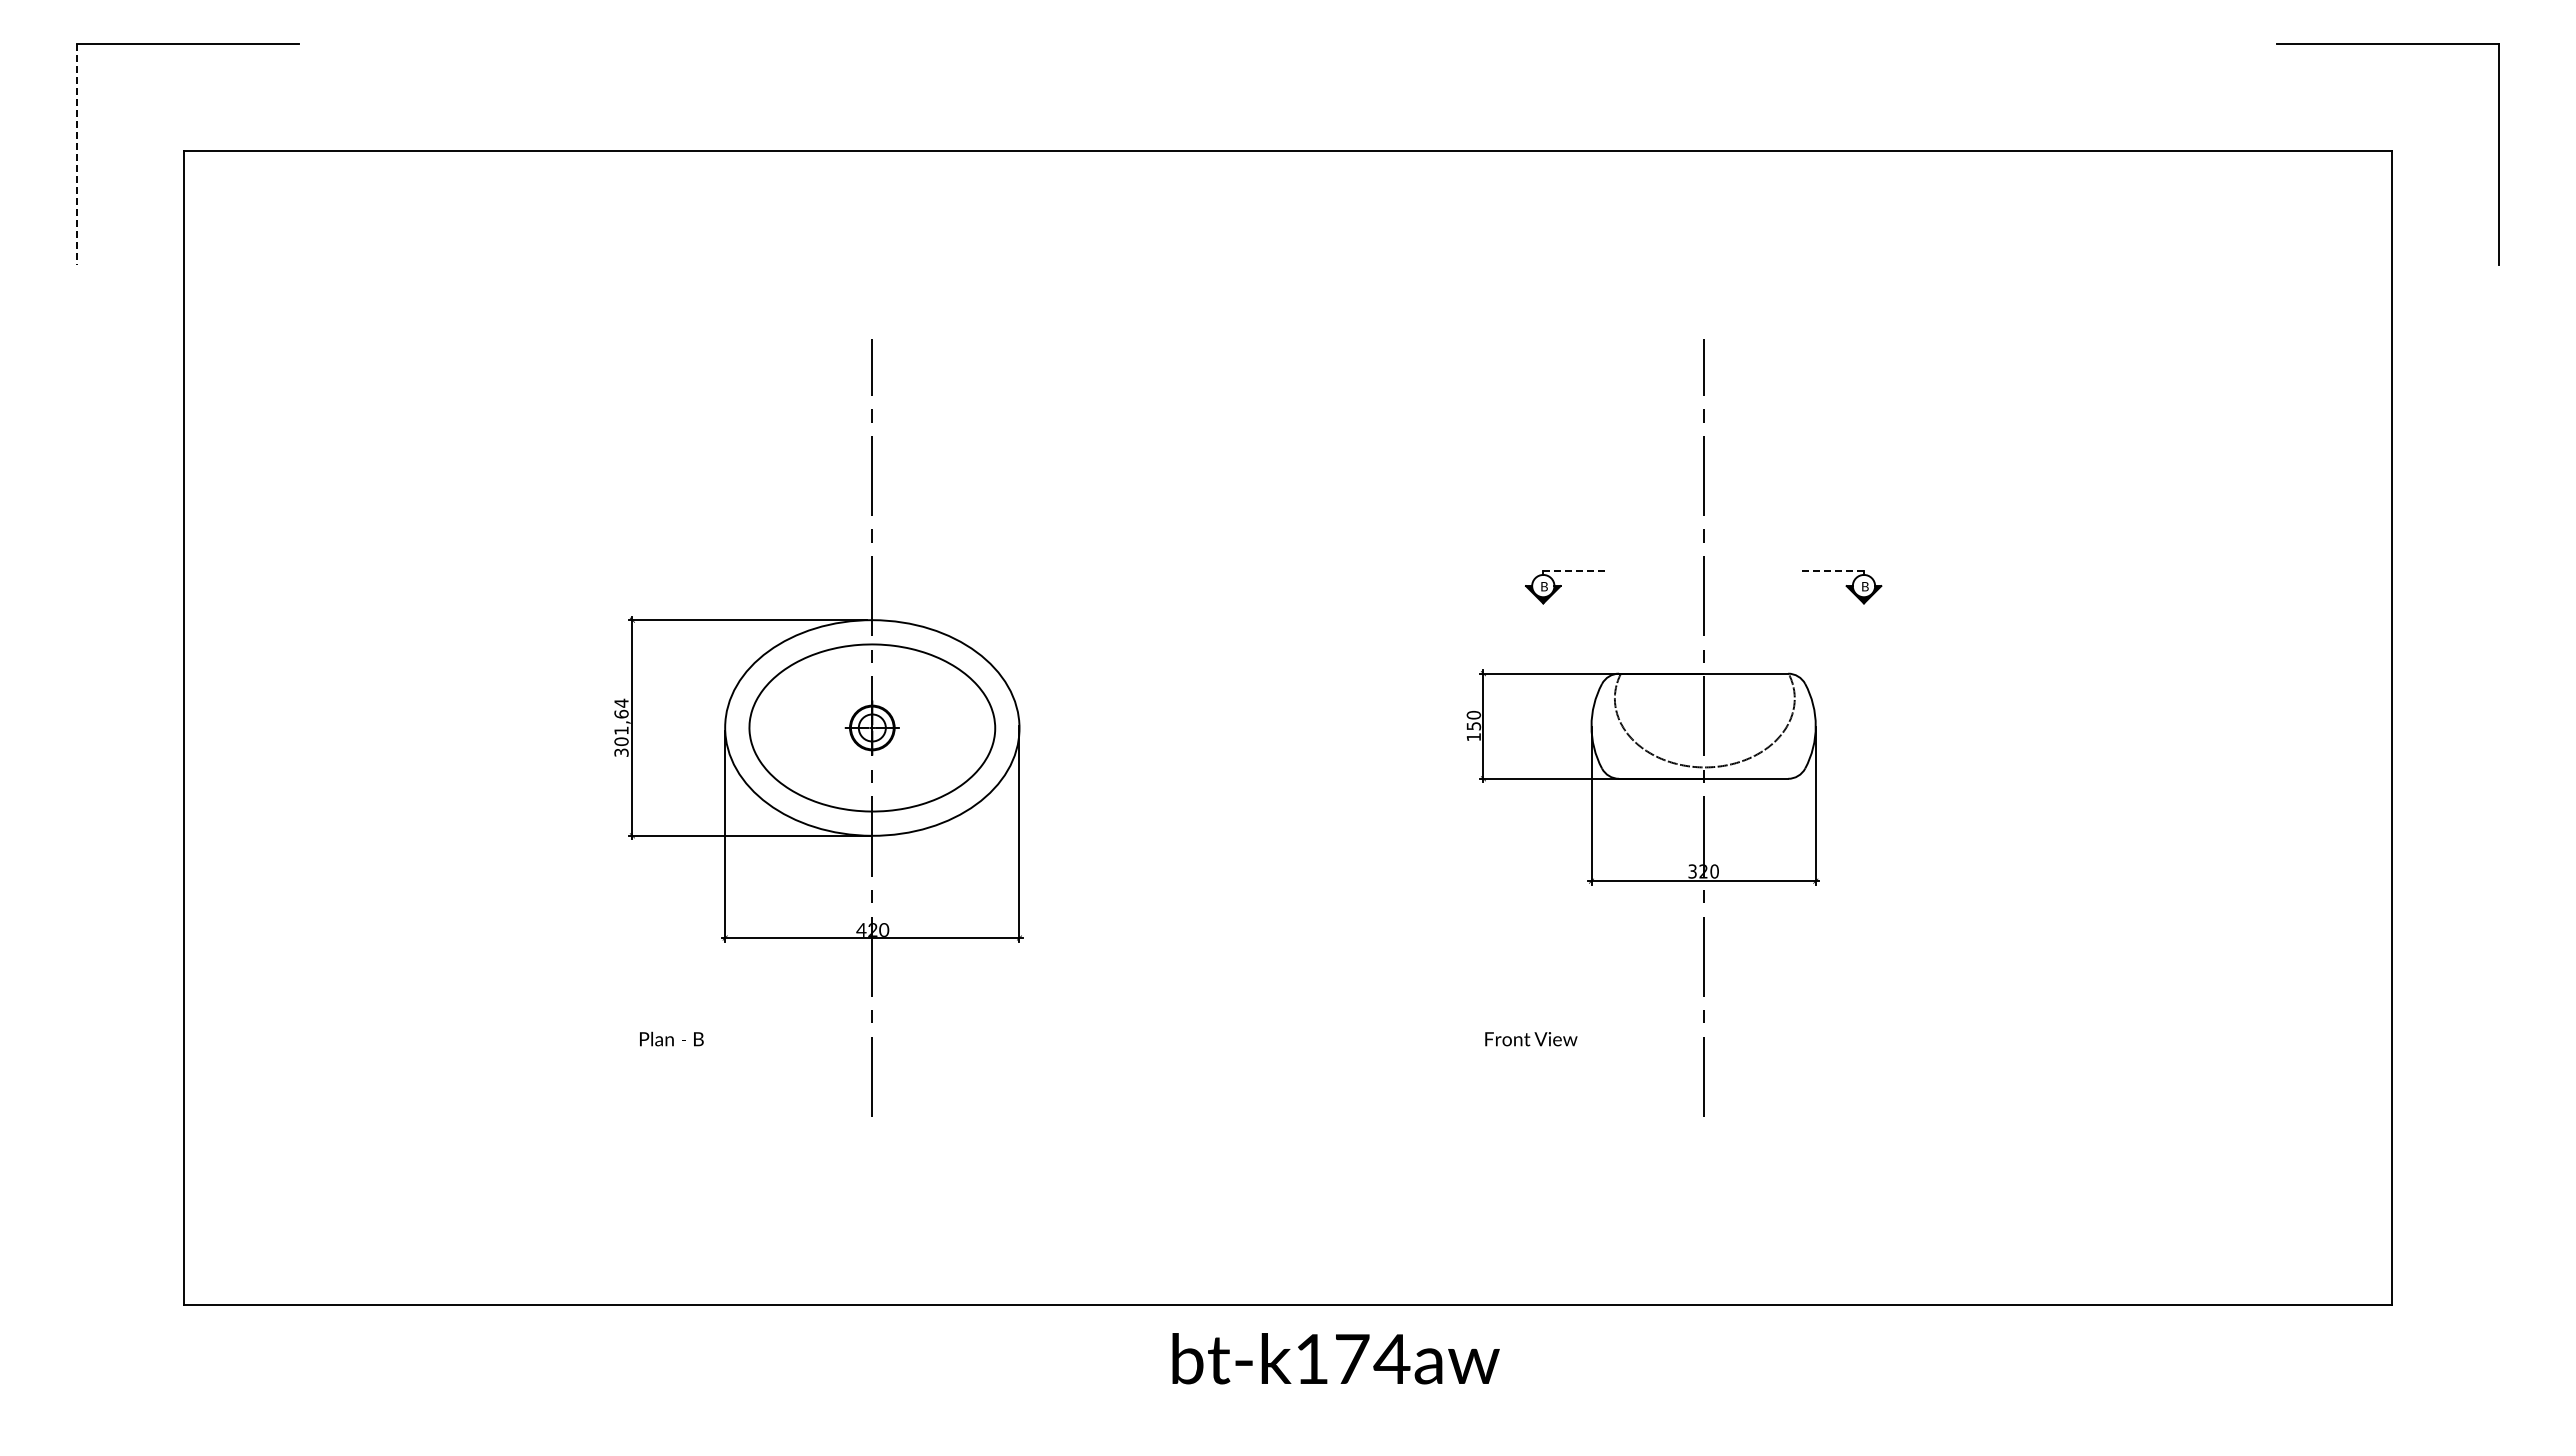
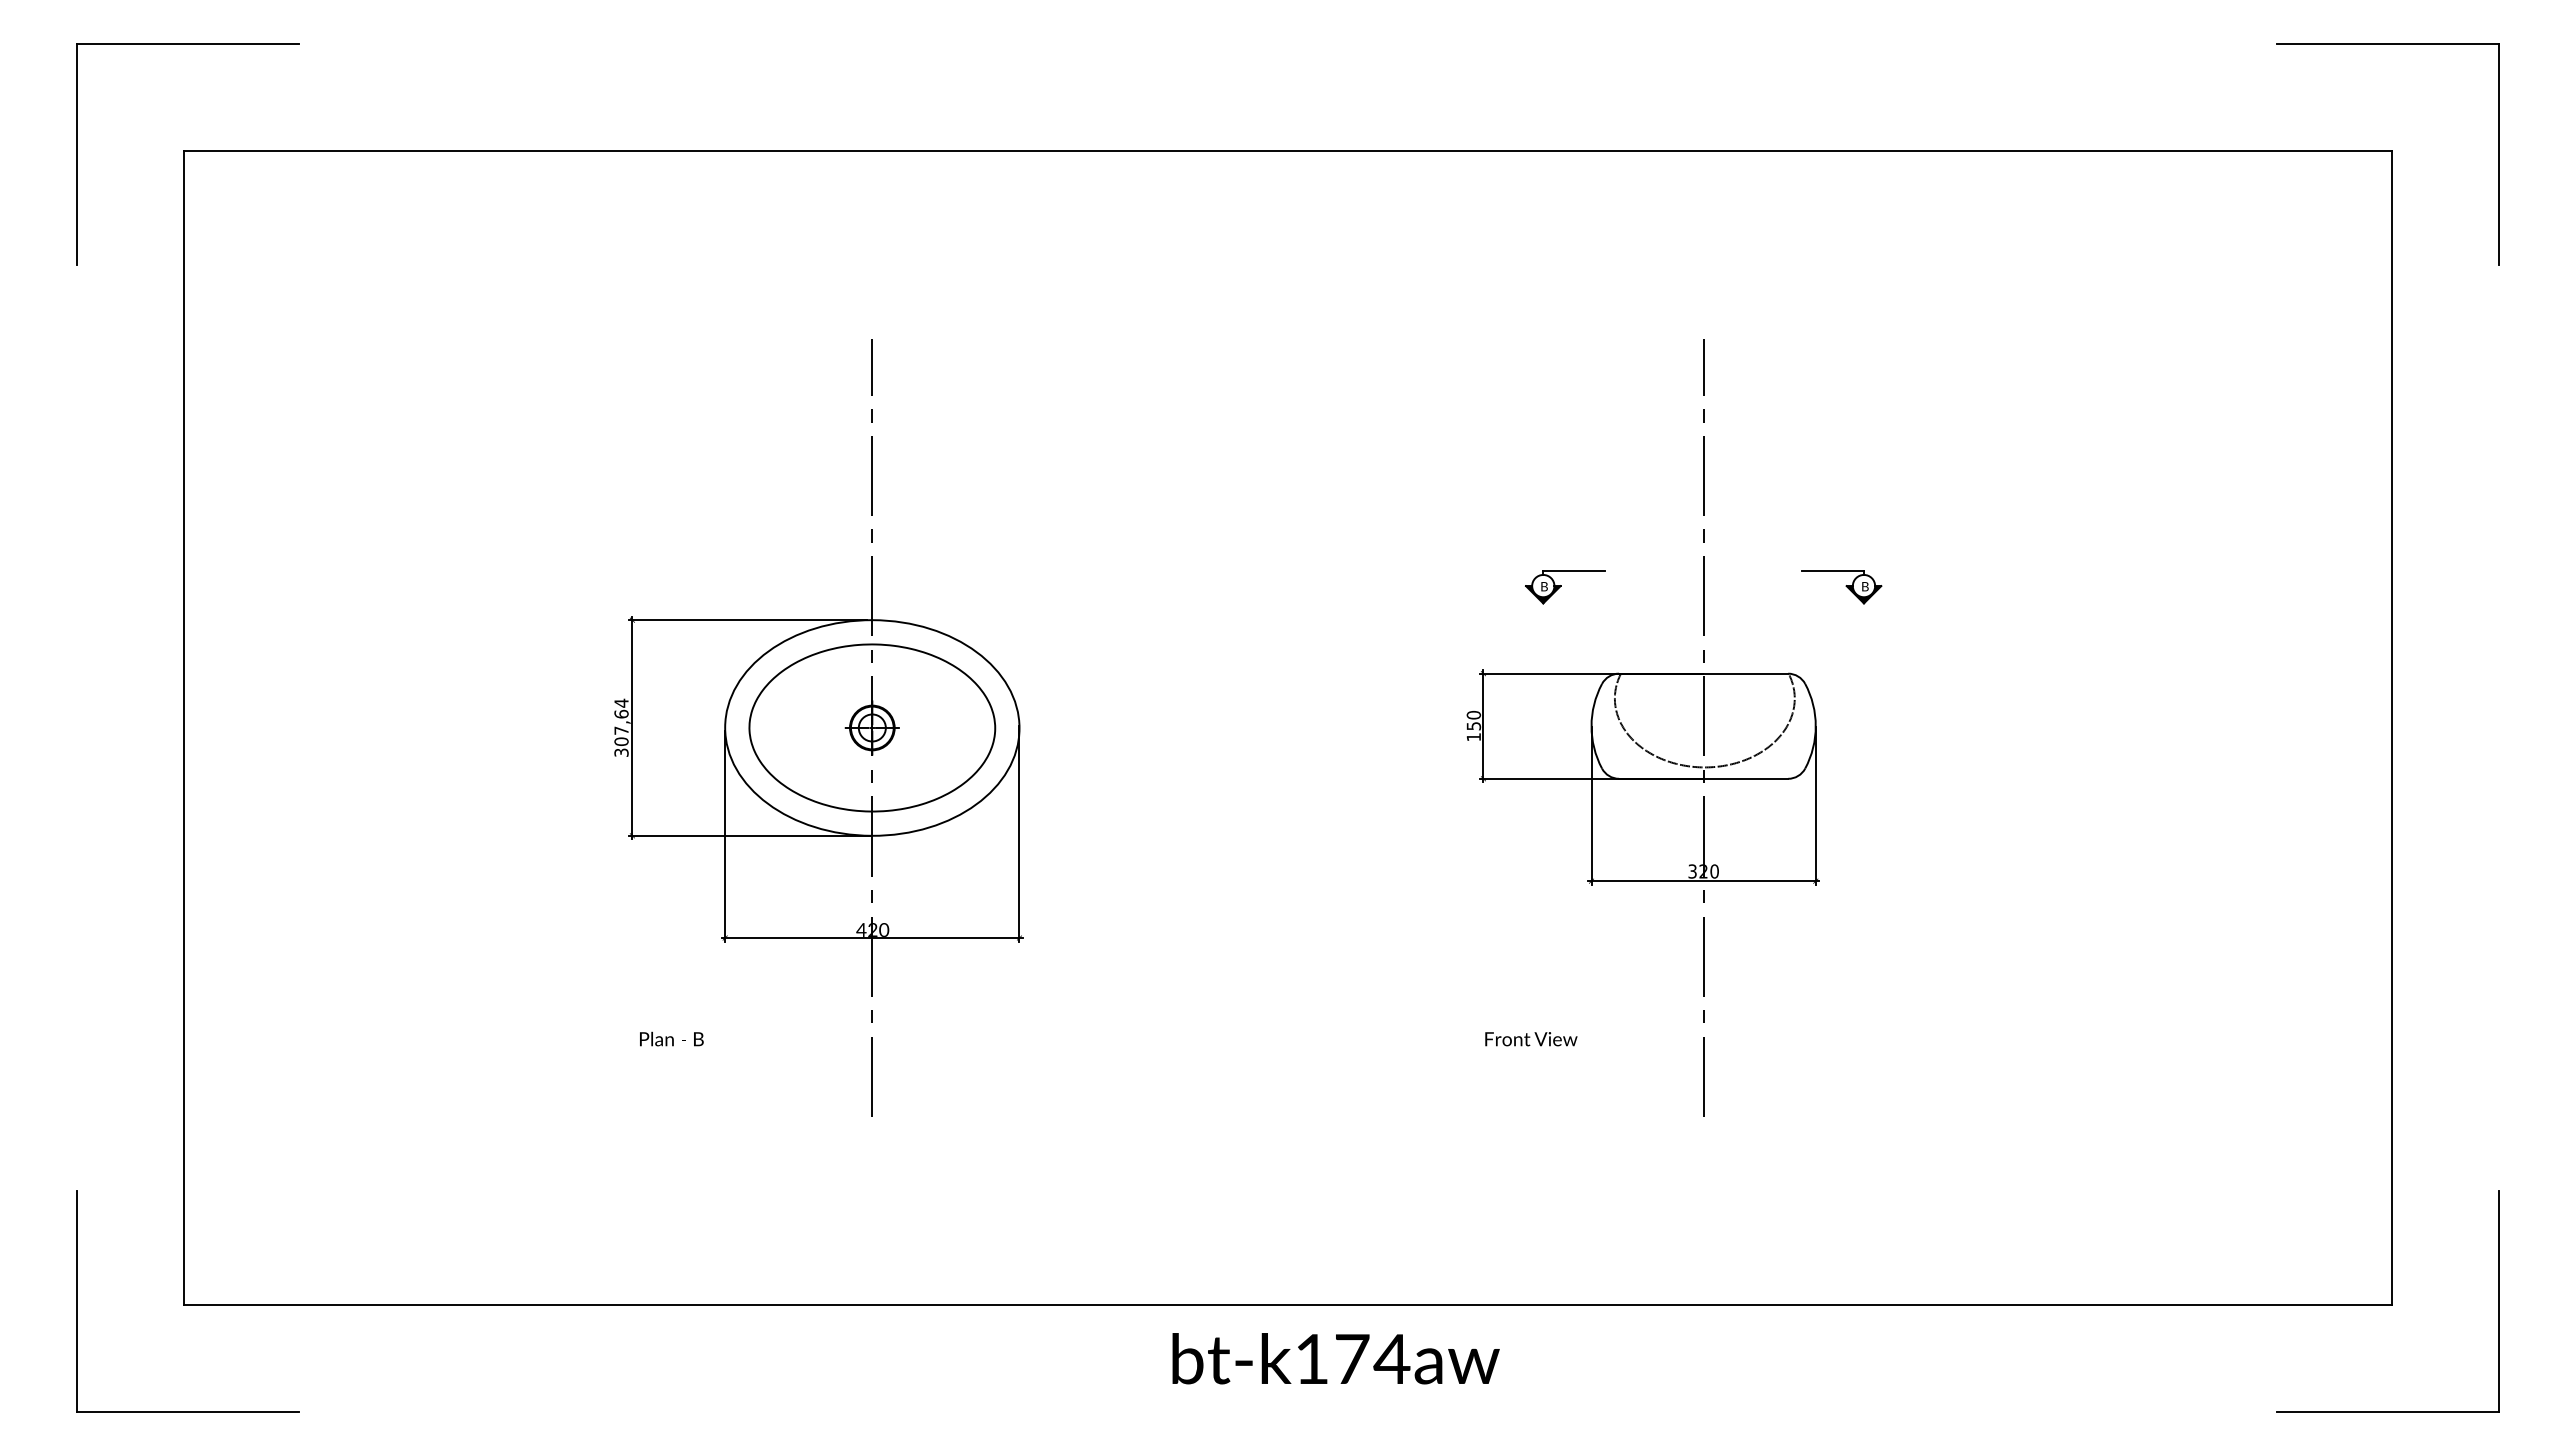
line at (77, 154): dashed -> solid
line at (1574, 570): dashed -> solid
line at (1833, 570): dashed -> solid
text at (621, 730): 301,64 -> 307,64
part at (77, 1301): none -> present
part at (2387, 1411): none -> present
